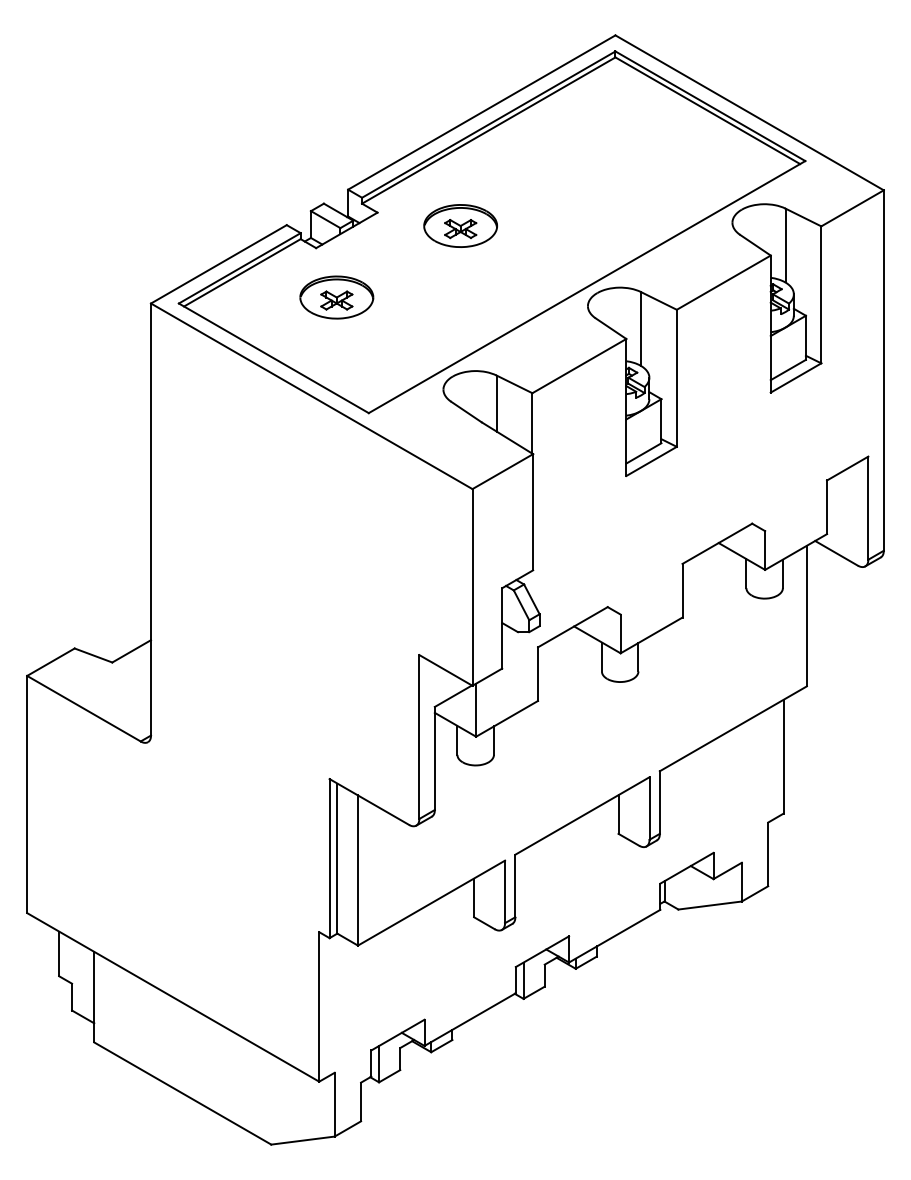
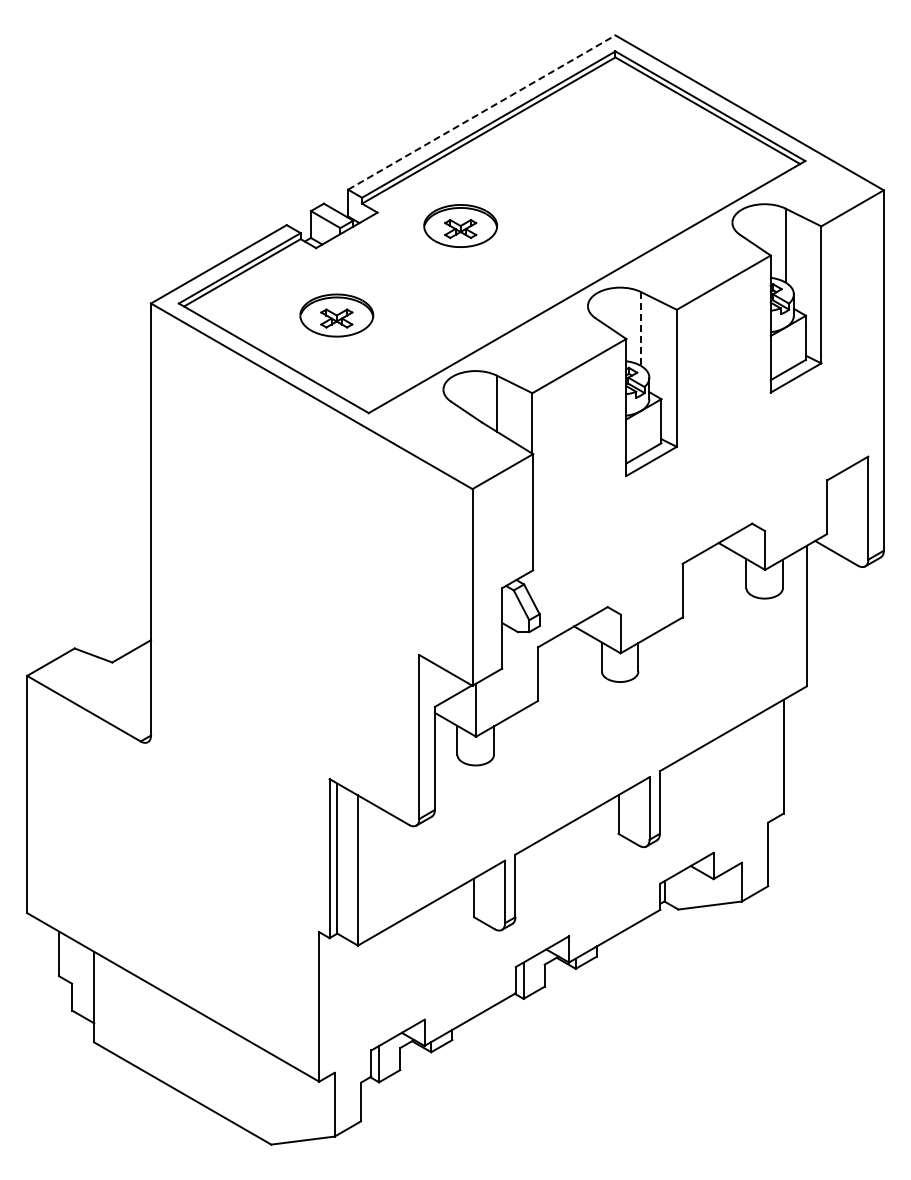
line at (482, 112): solid -> dashed
part at (336, 297) position: (336, 297) -> (336, 315)
line at (641, 328): solid -> dashed
